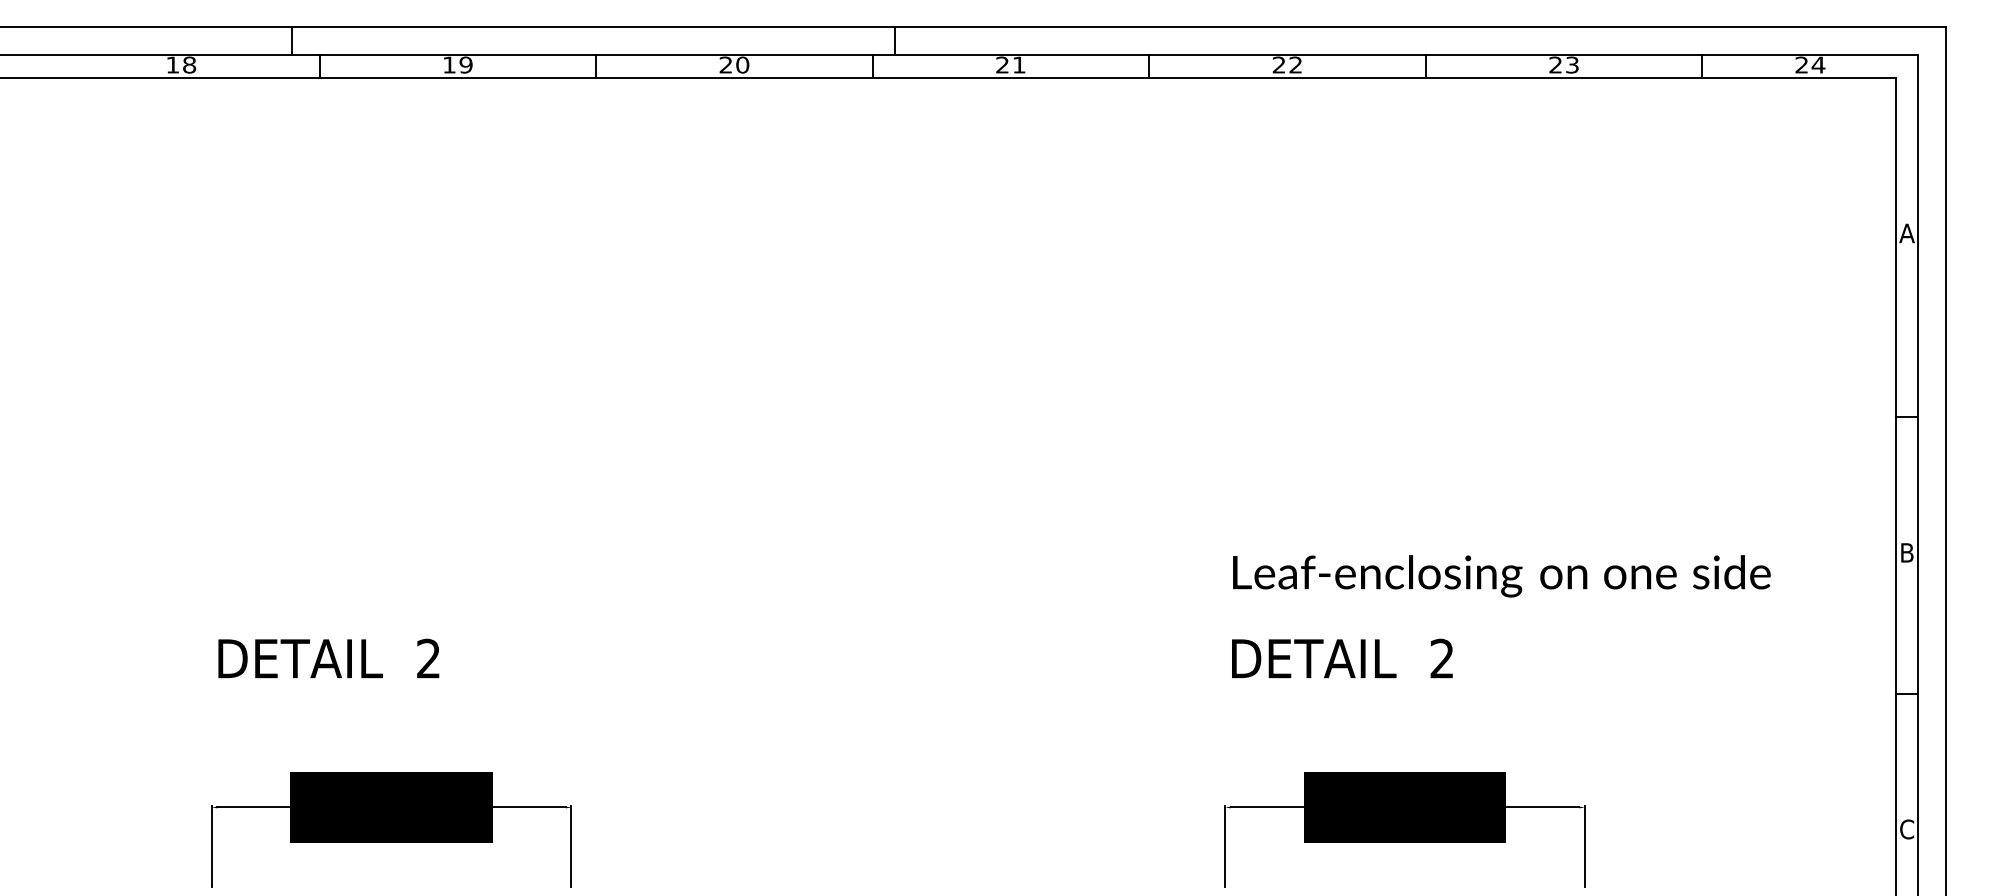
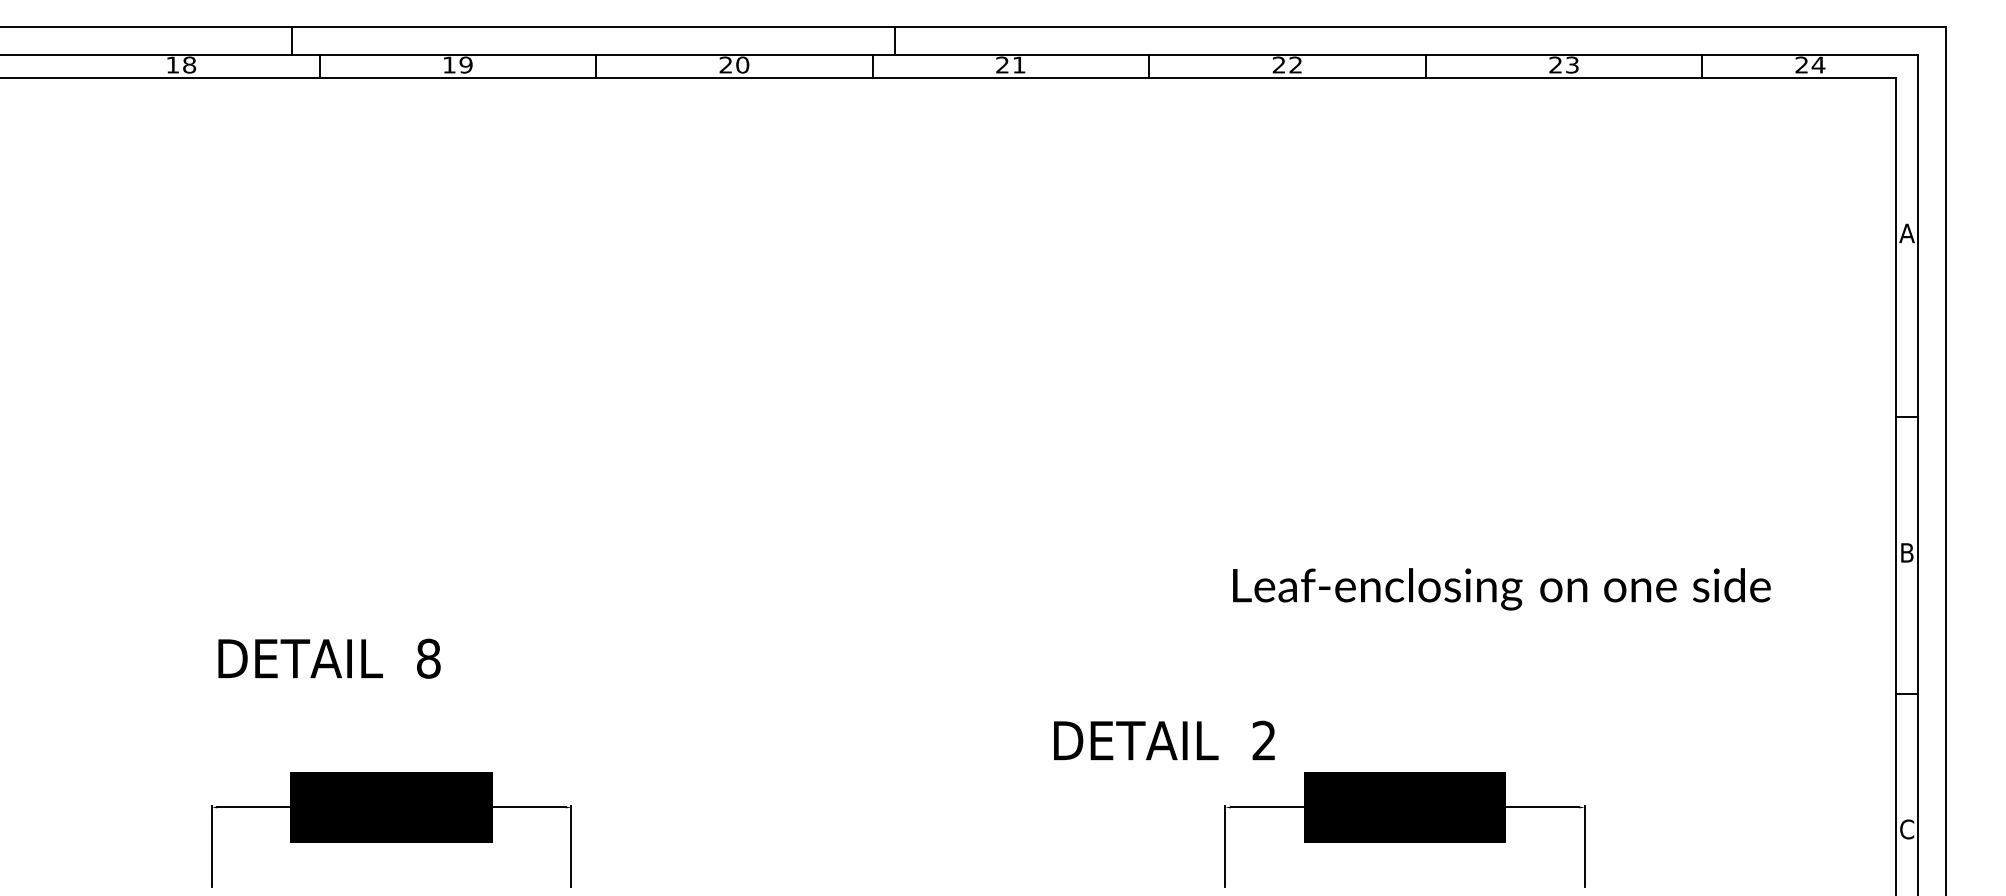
text at (1501, 576) position: (1501, 576) -> (1501, 589)
text at (428, 658): 2 -> 8
text at (1342, 658) position: (1342, 658) -> (1164, 740)
